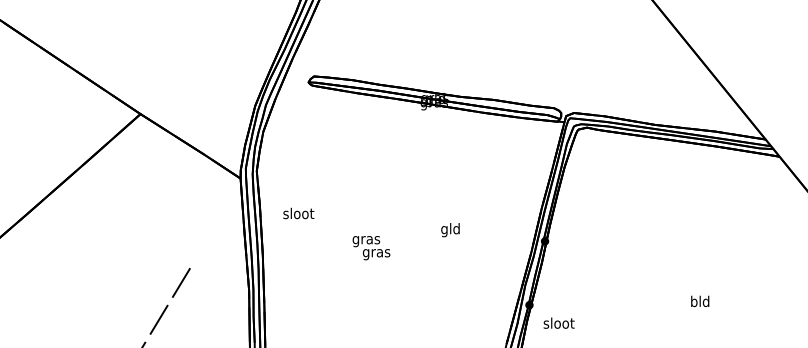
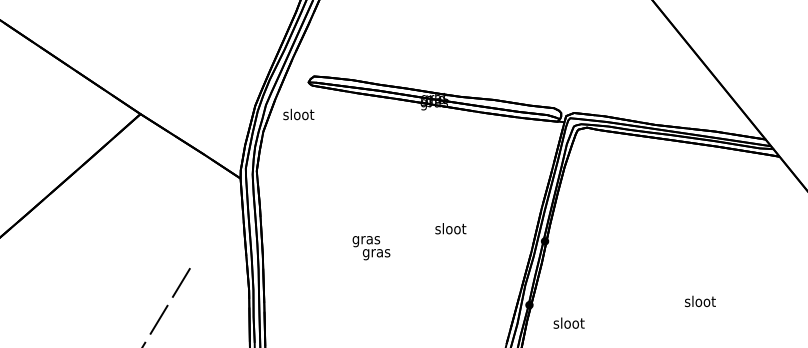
text at (298, 213) position: (298, 213) -> (298, 114)
text at (450, 230): gld -> sloot
text at (700, 301): bld -> sloot
text at (558, 322) position: (558, 322) -> (568, 322)
